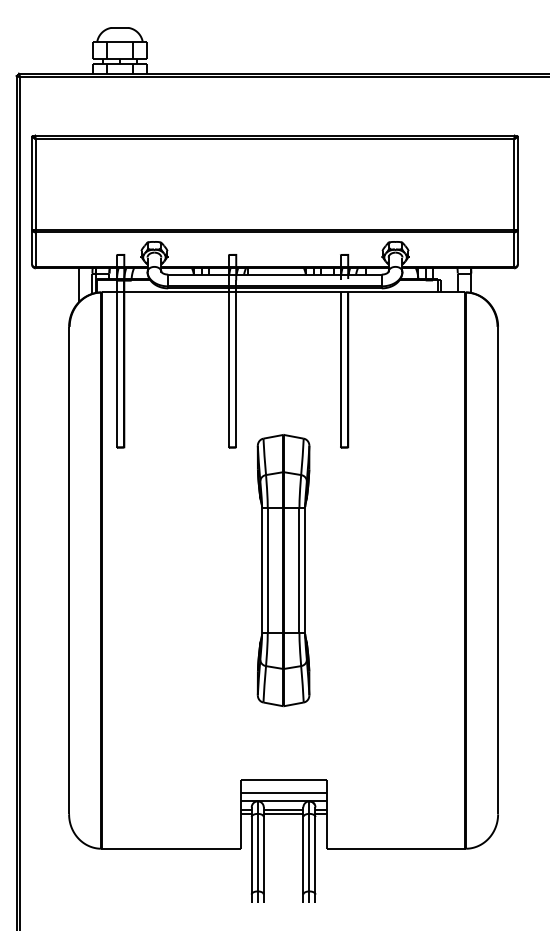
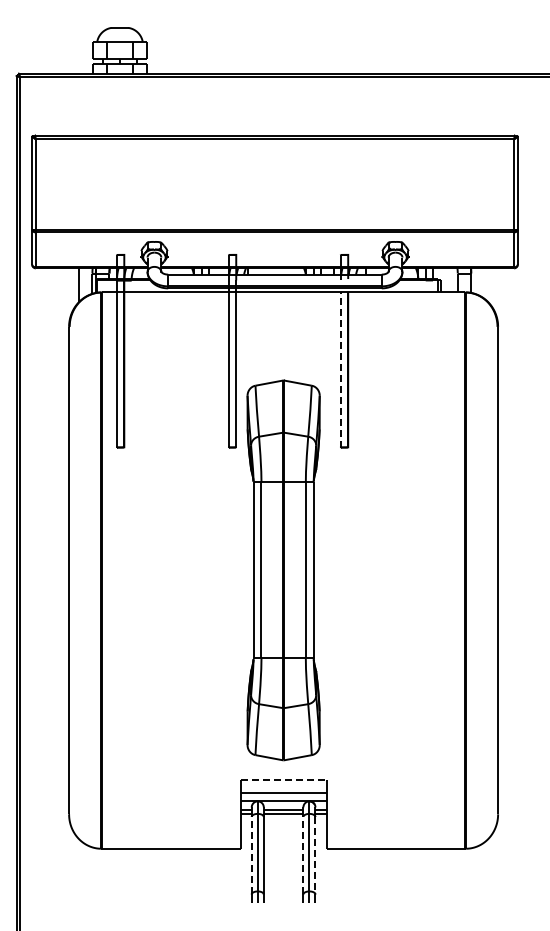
line at (340, 371): solid -> dashed
part at (283, 570) size: 55x274 px -> 75x383 px
line at (284, 779): solid -> dashed
line at (251, 855): solid -> dashed
line at (303, 855): solid -> dashed
line at (315, 855): solid -> dashed
